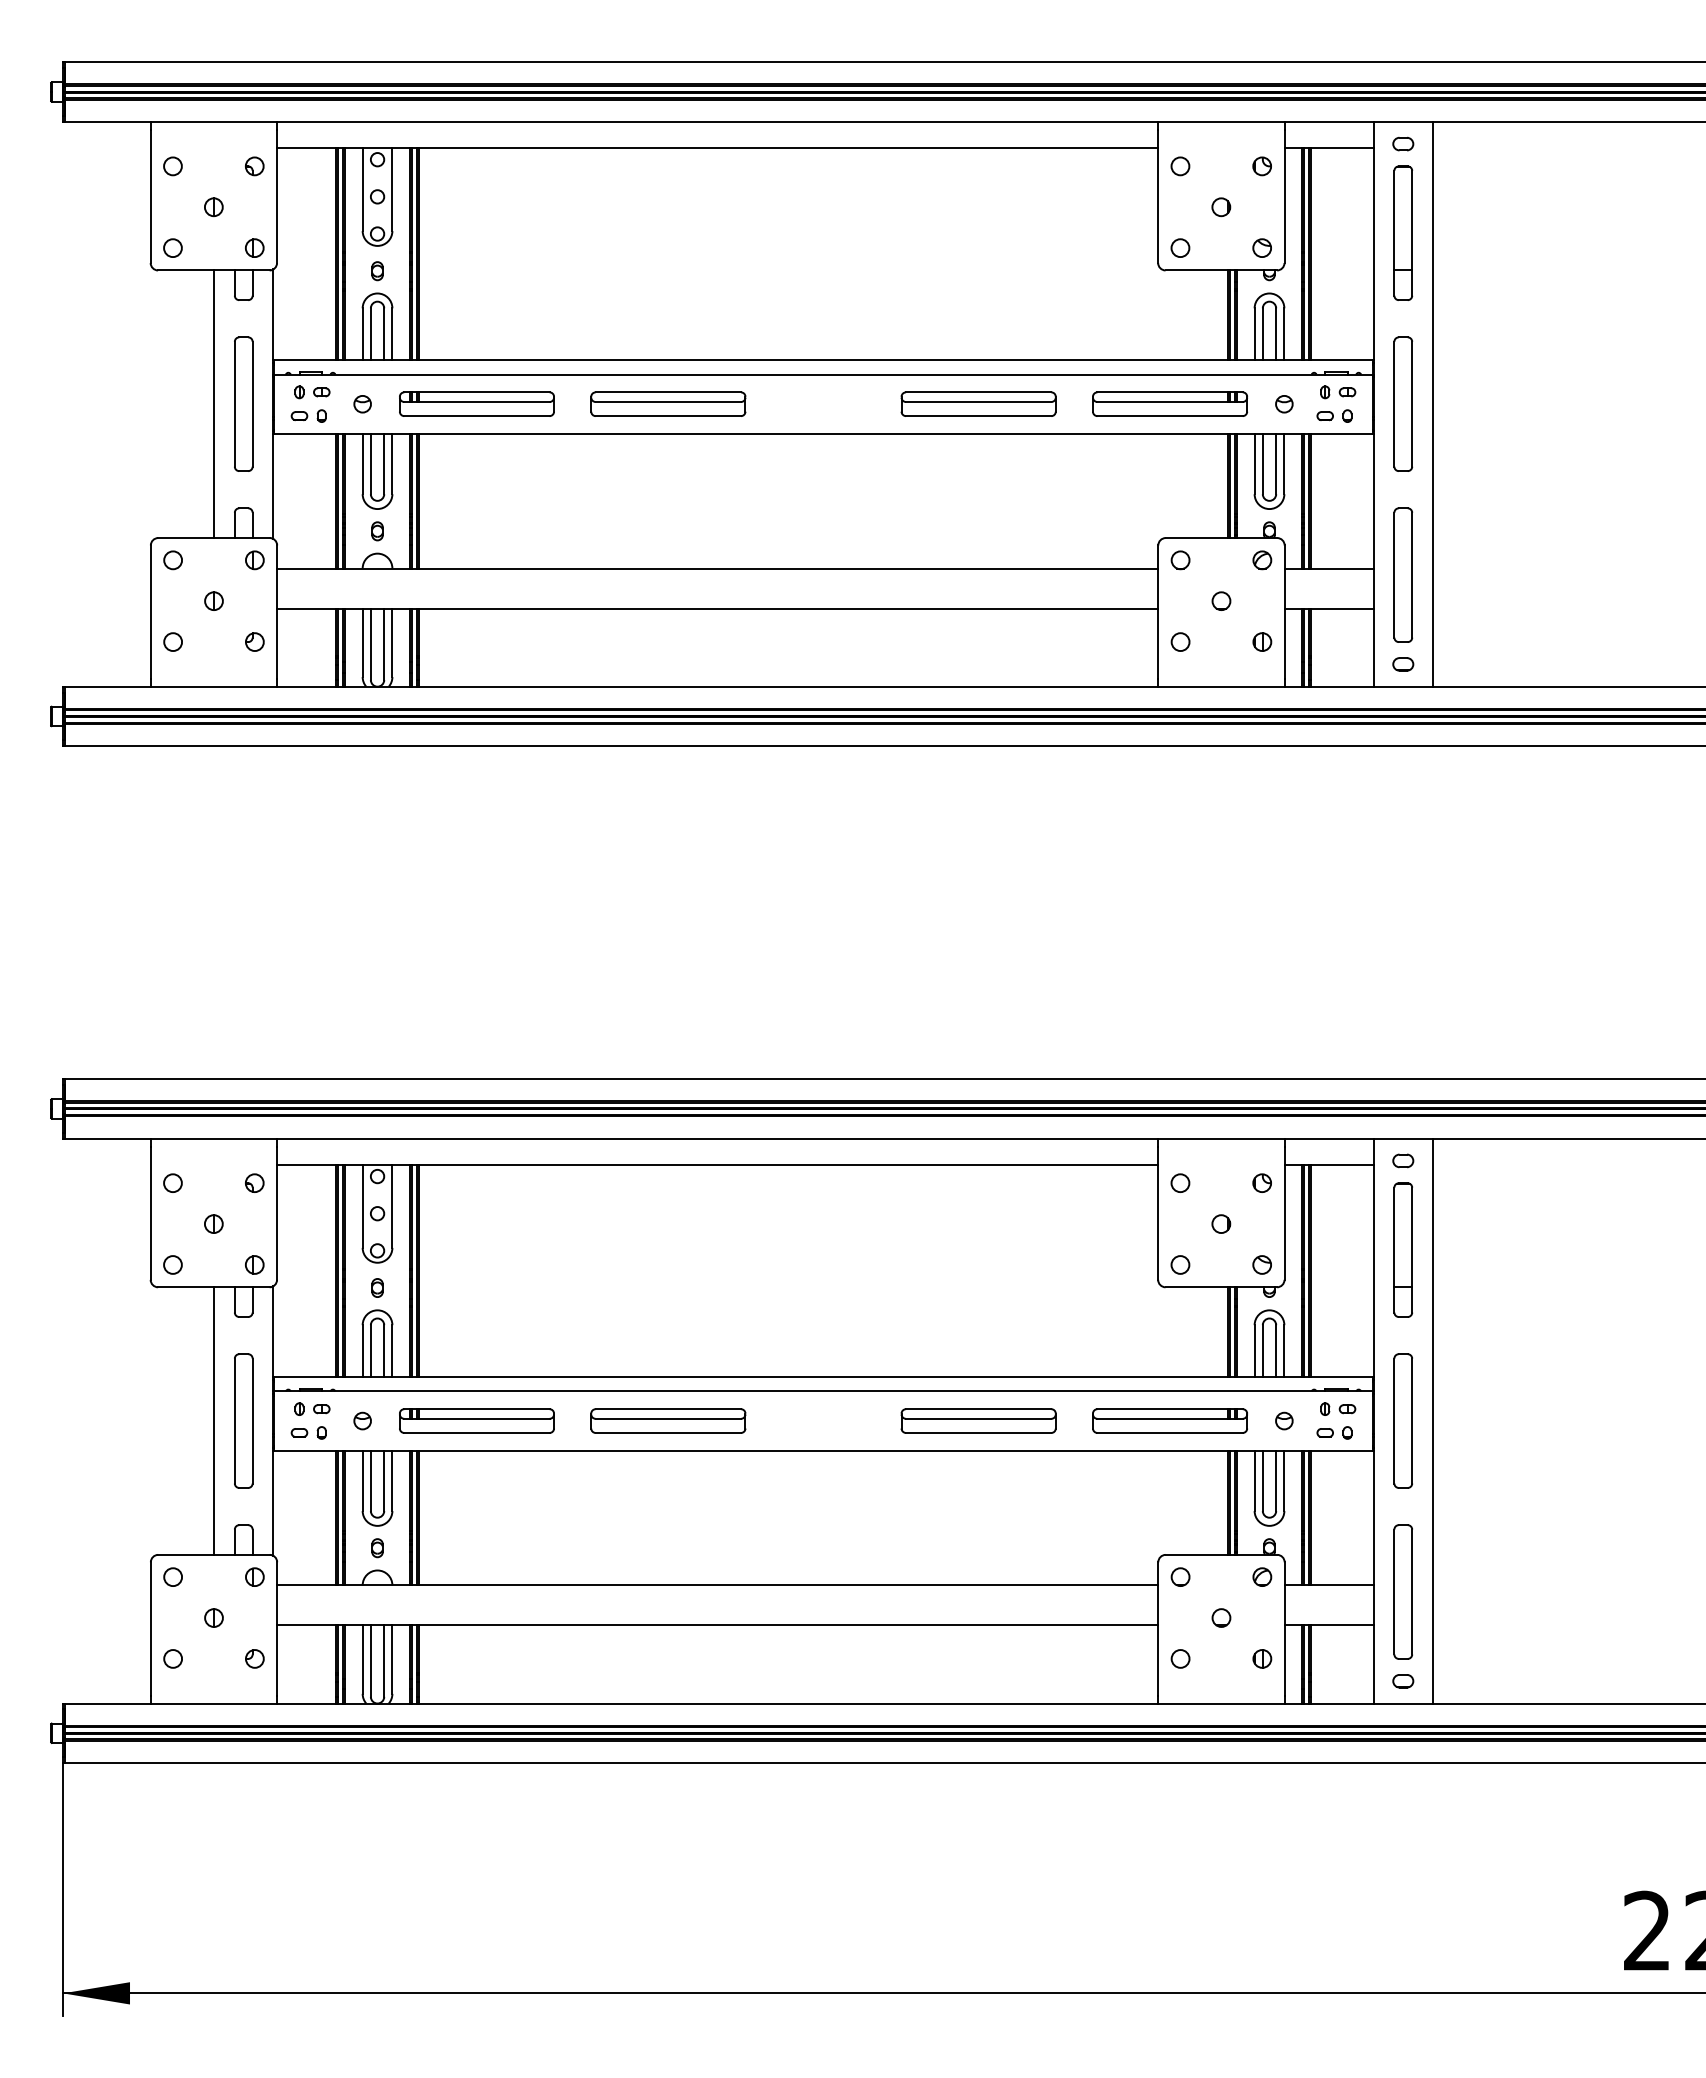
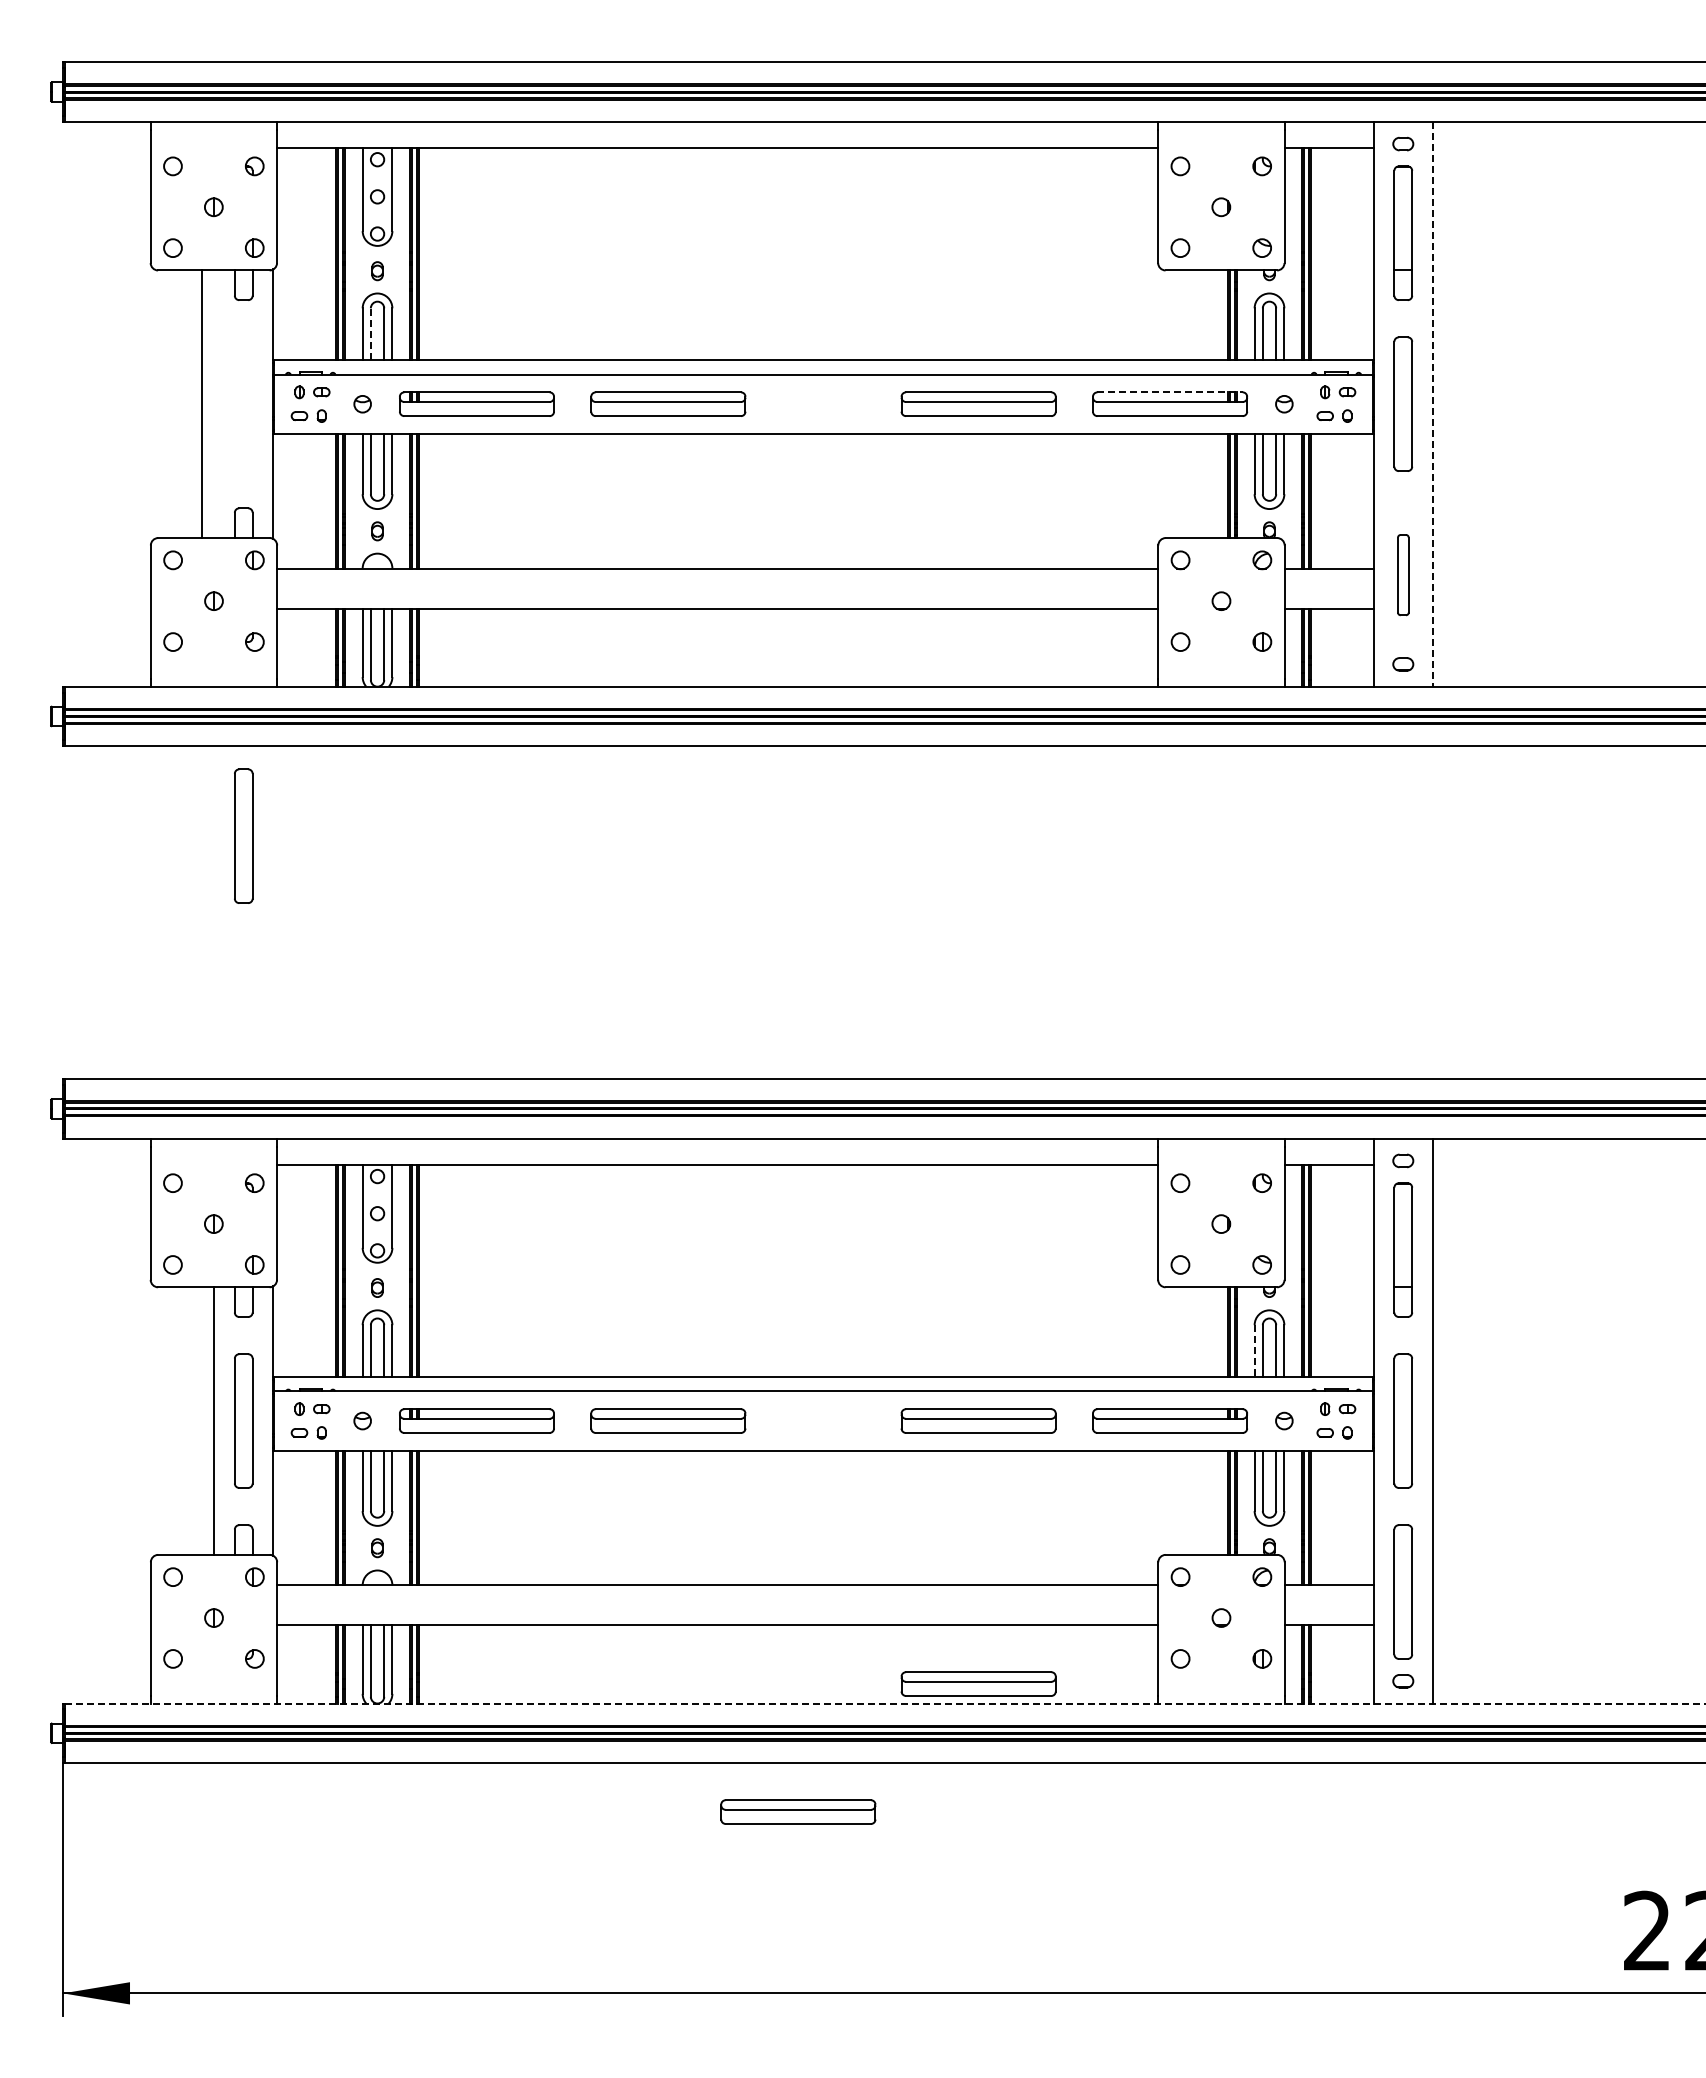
line at (370, 333): solid -> dashed
line at (1170, 392): solid -> dashed
part at (243, 403) position: (243, 403) -> (243, 835)
line at (214, 404) position: (214, 404) -> (202, 404)
line at (1433, 404): solid -> dashed
part at (1403, 574) size: 21x136 px -> 13x83 px
line at (1254, 1351): solid -> dashed
part at (978, 1683): none -> present
line at (885, 1703): solid -> dashed
part at (798, 1811): none -> present
